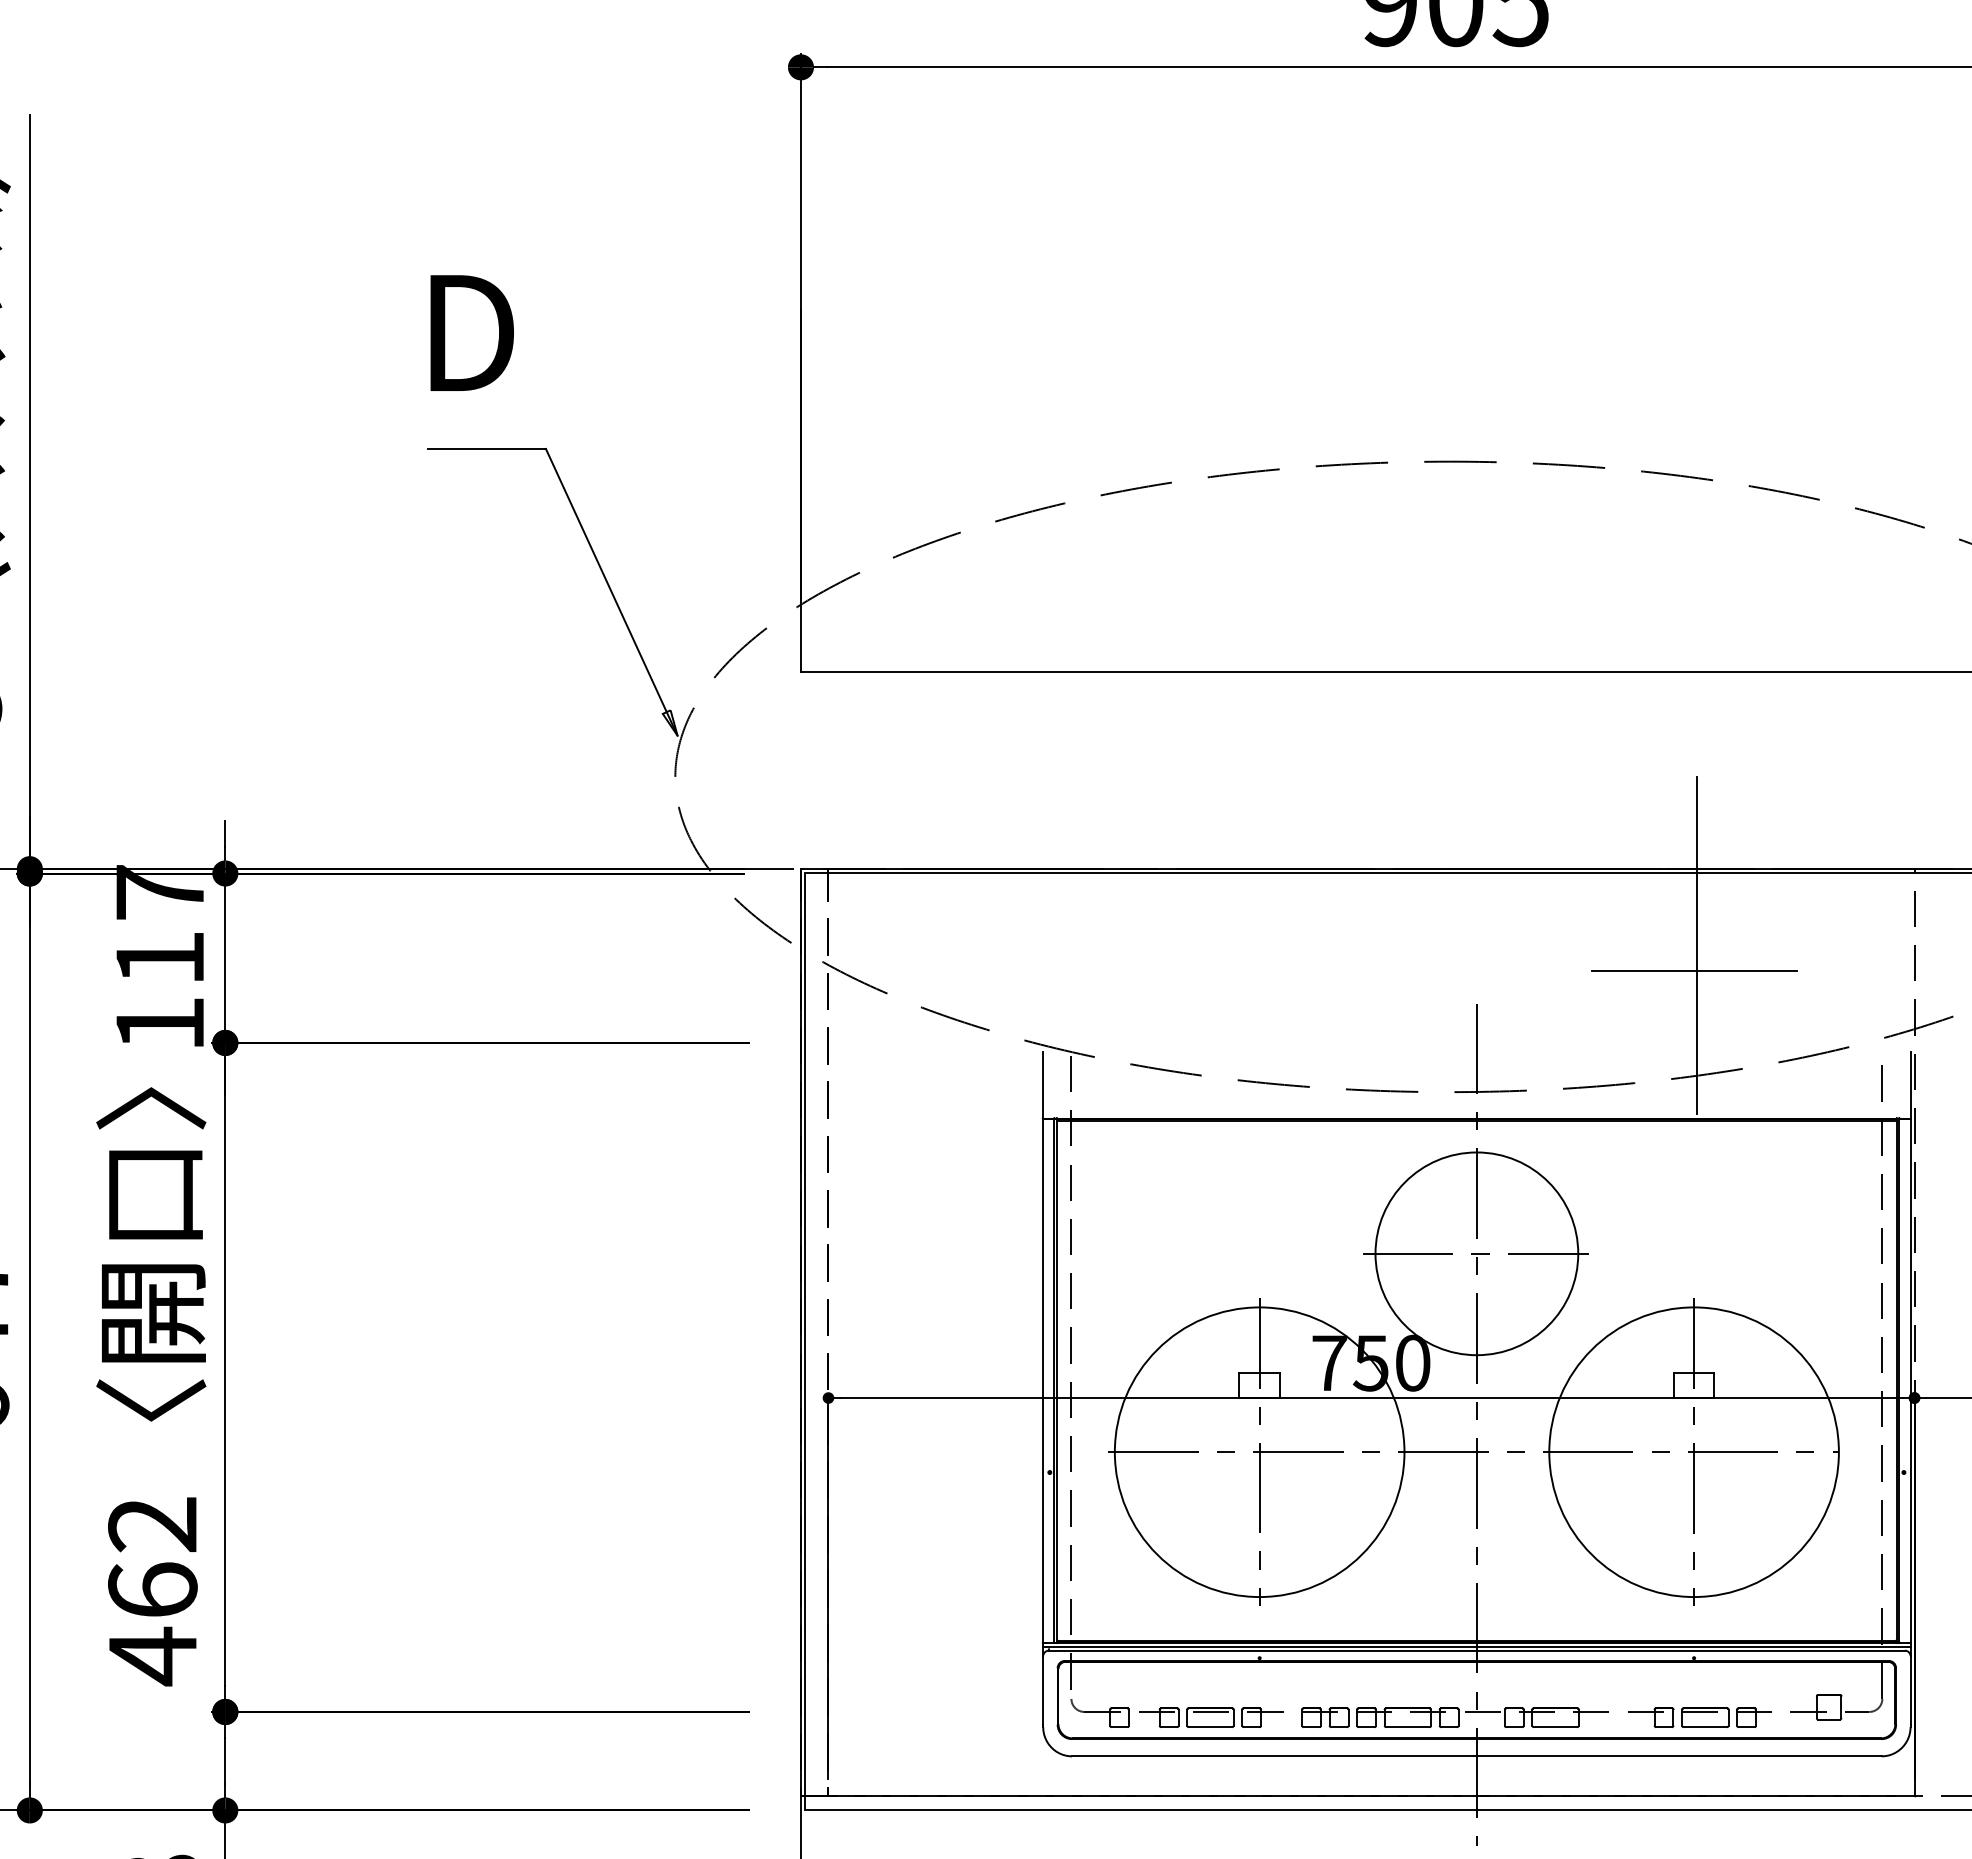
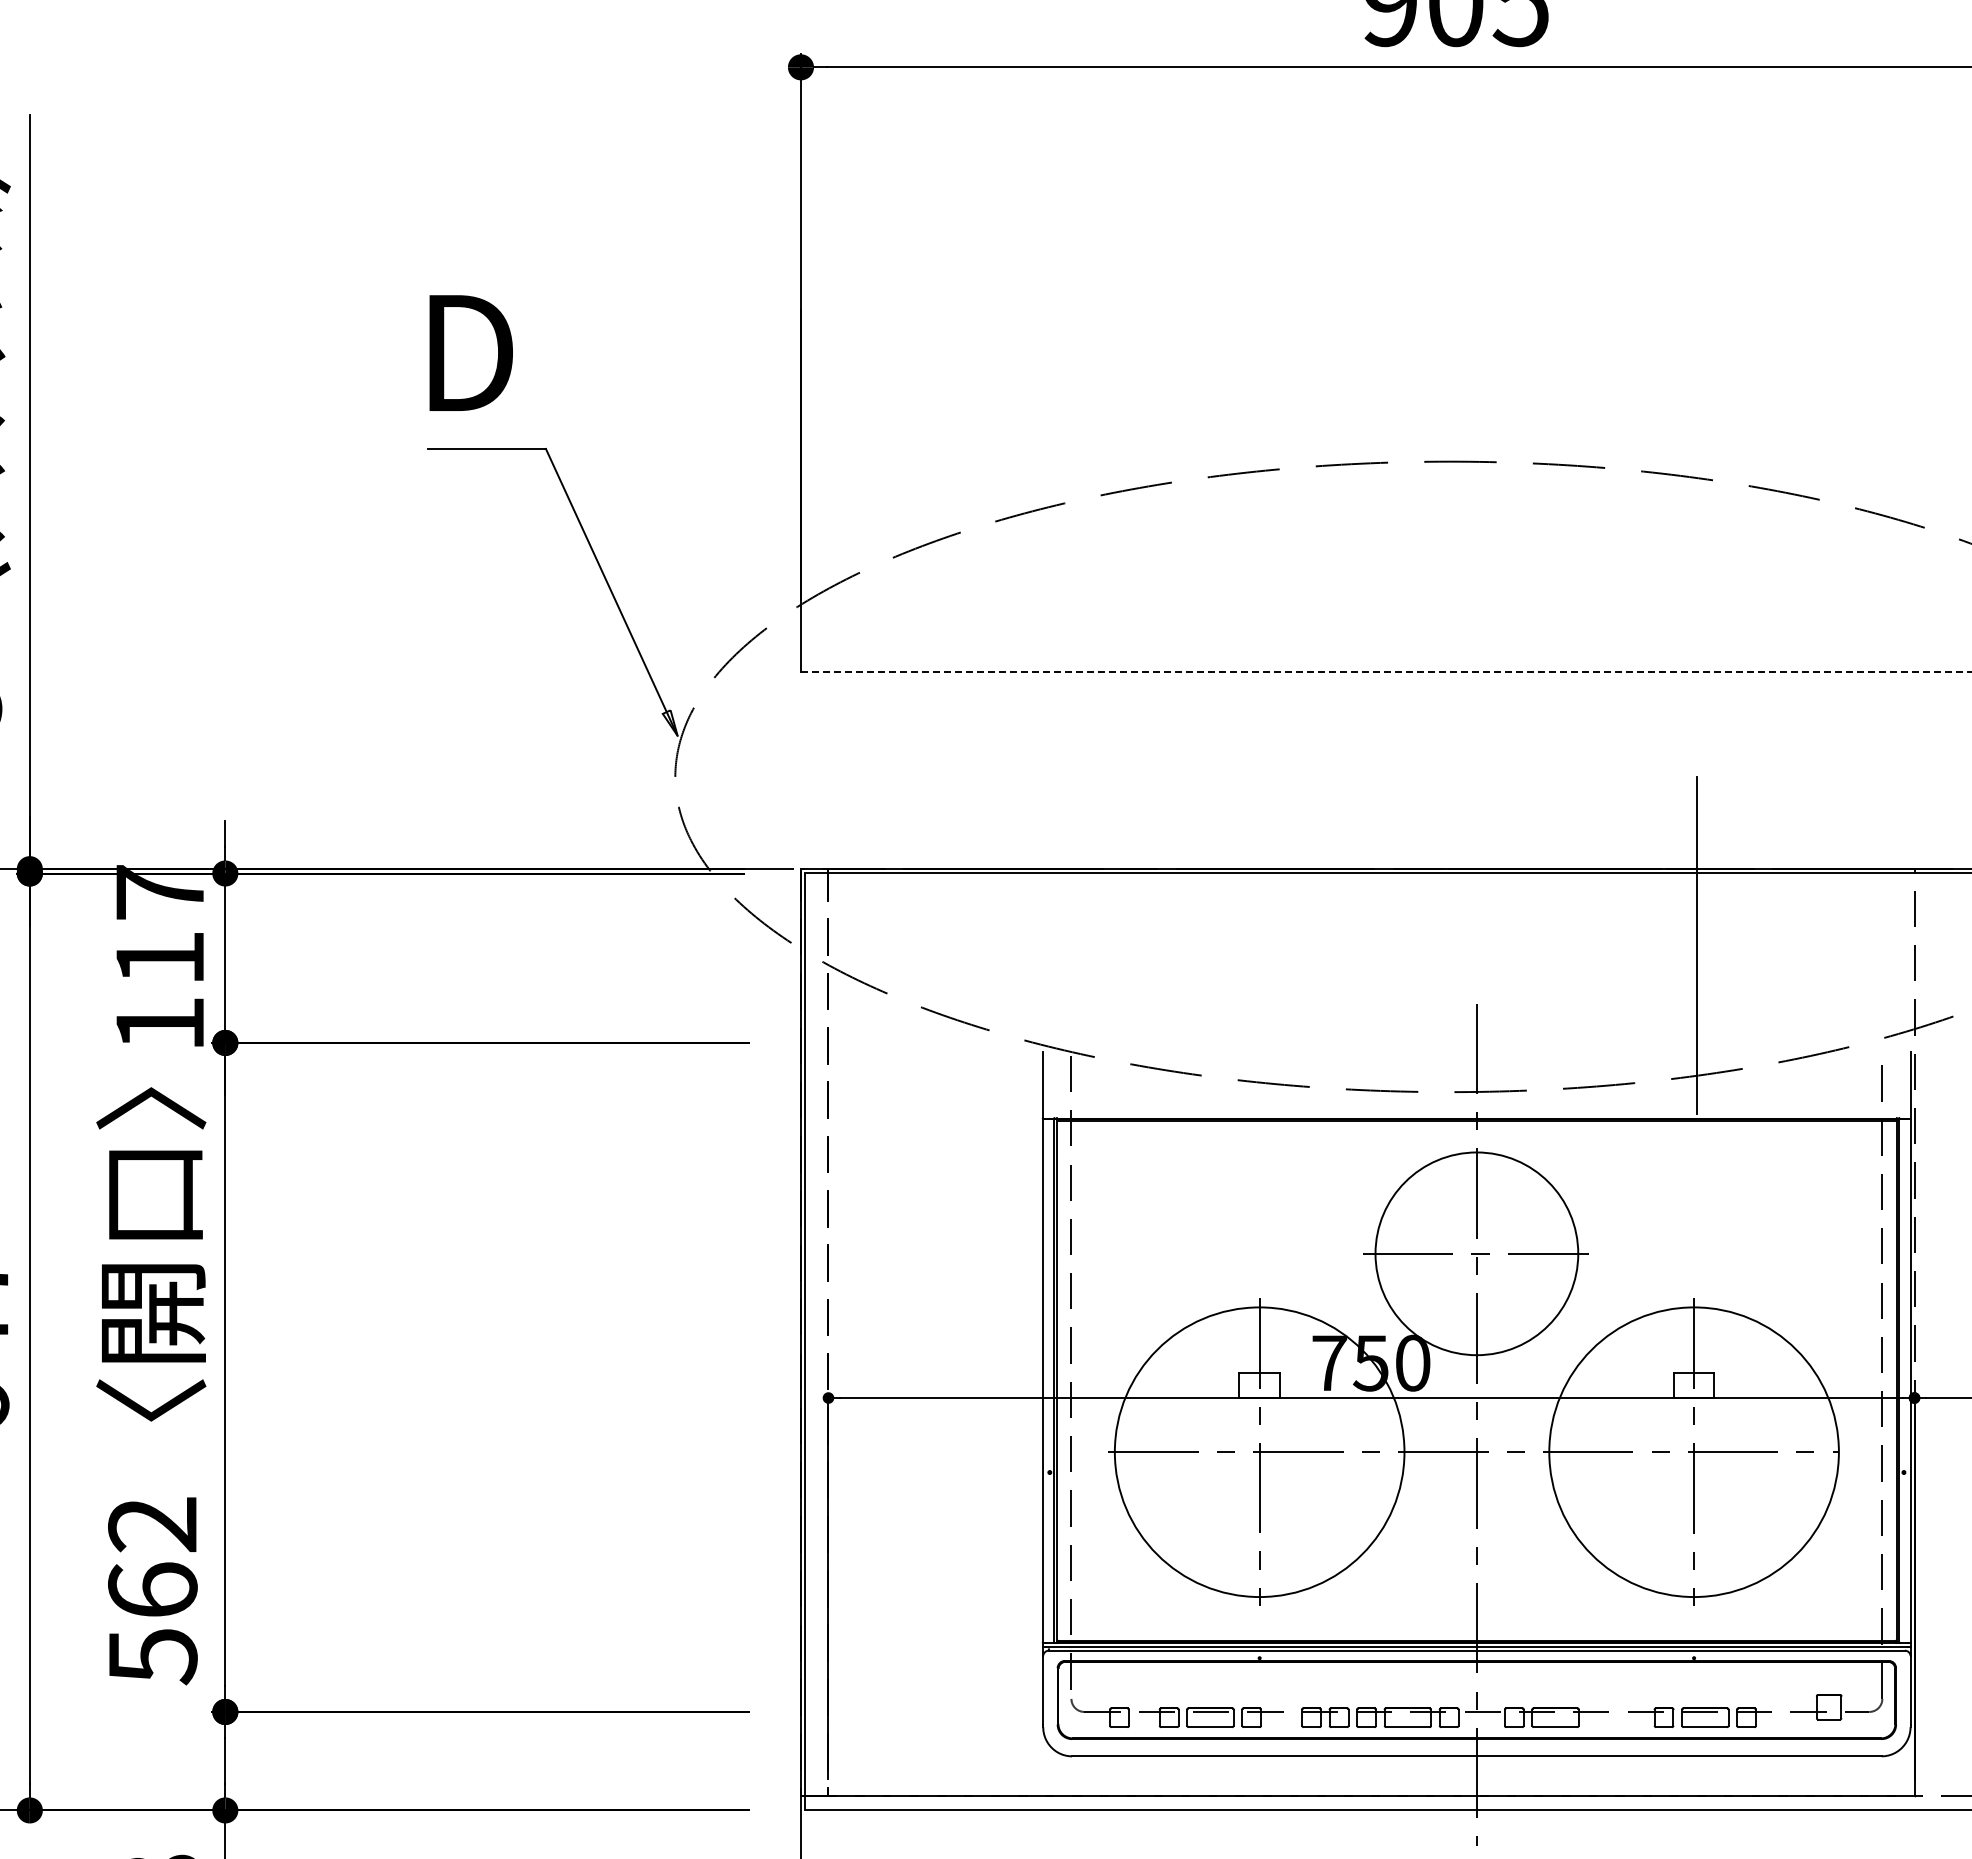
text at (471, 332) position: (471, 332) -> (470, 352)
line at (1386, 672): solid -> dashed
line at (1694, 970): present -> none
text at (153, 1656): 462 -> 562
